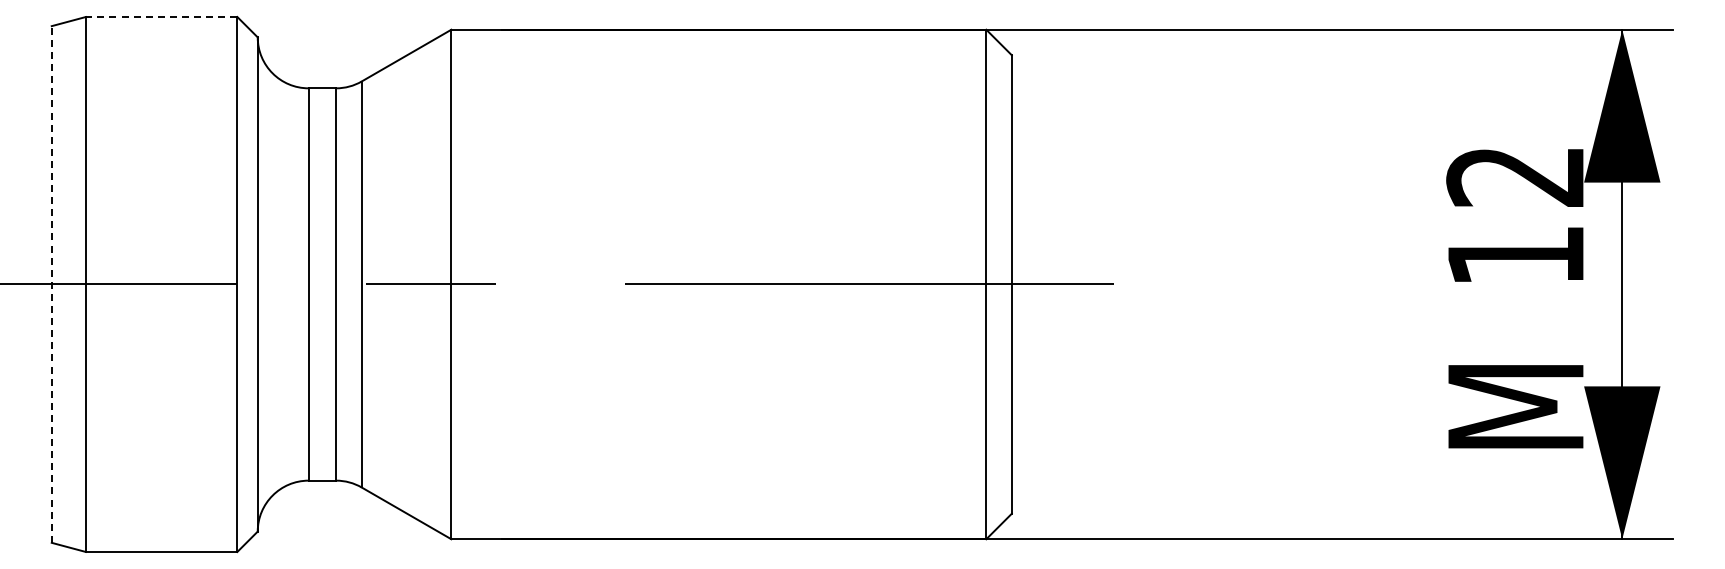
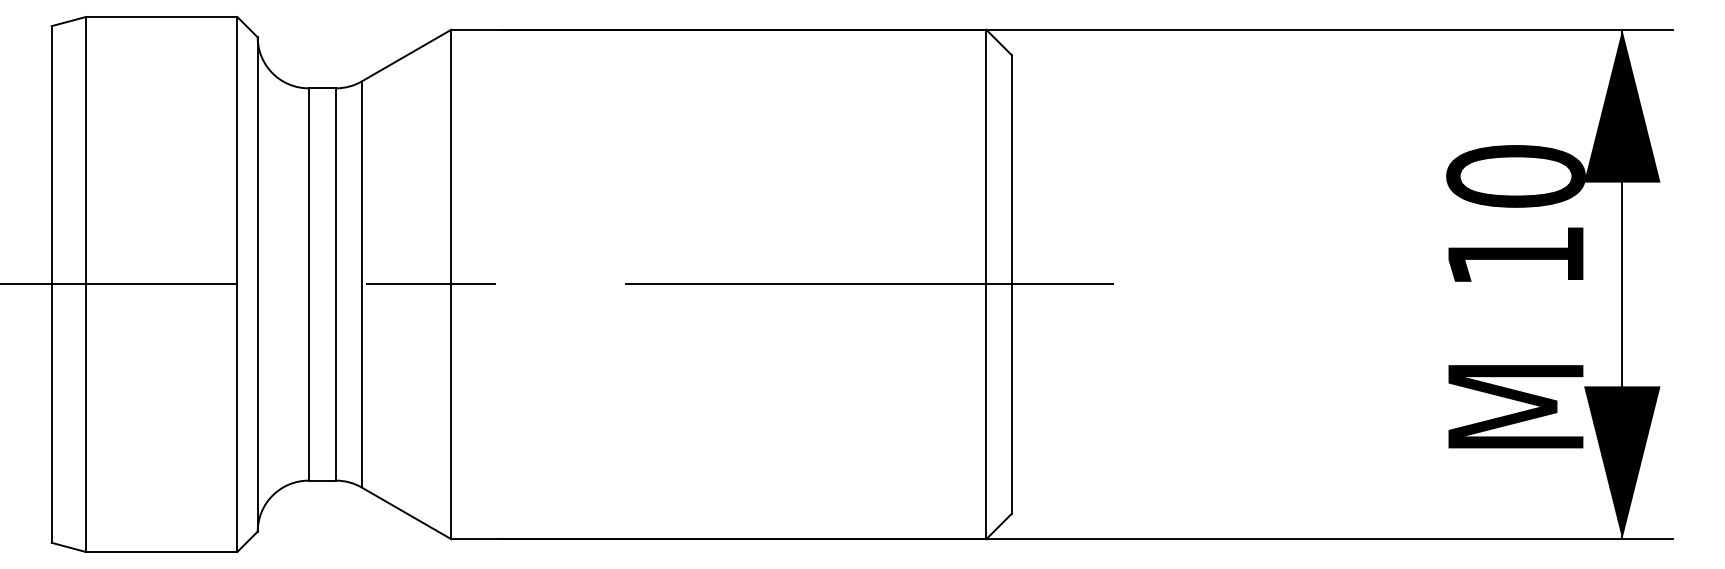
line at (161, 17): dashed -> solid
text at (1515, 176): 12 -> 10
line at (51, 284): dashed -> solid
